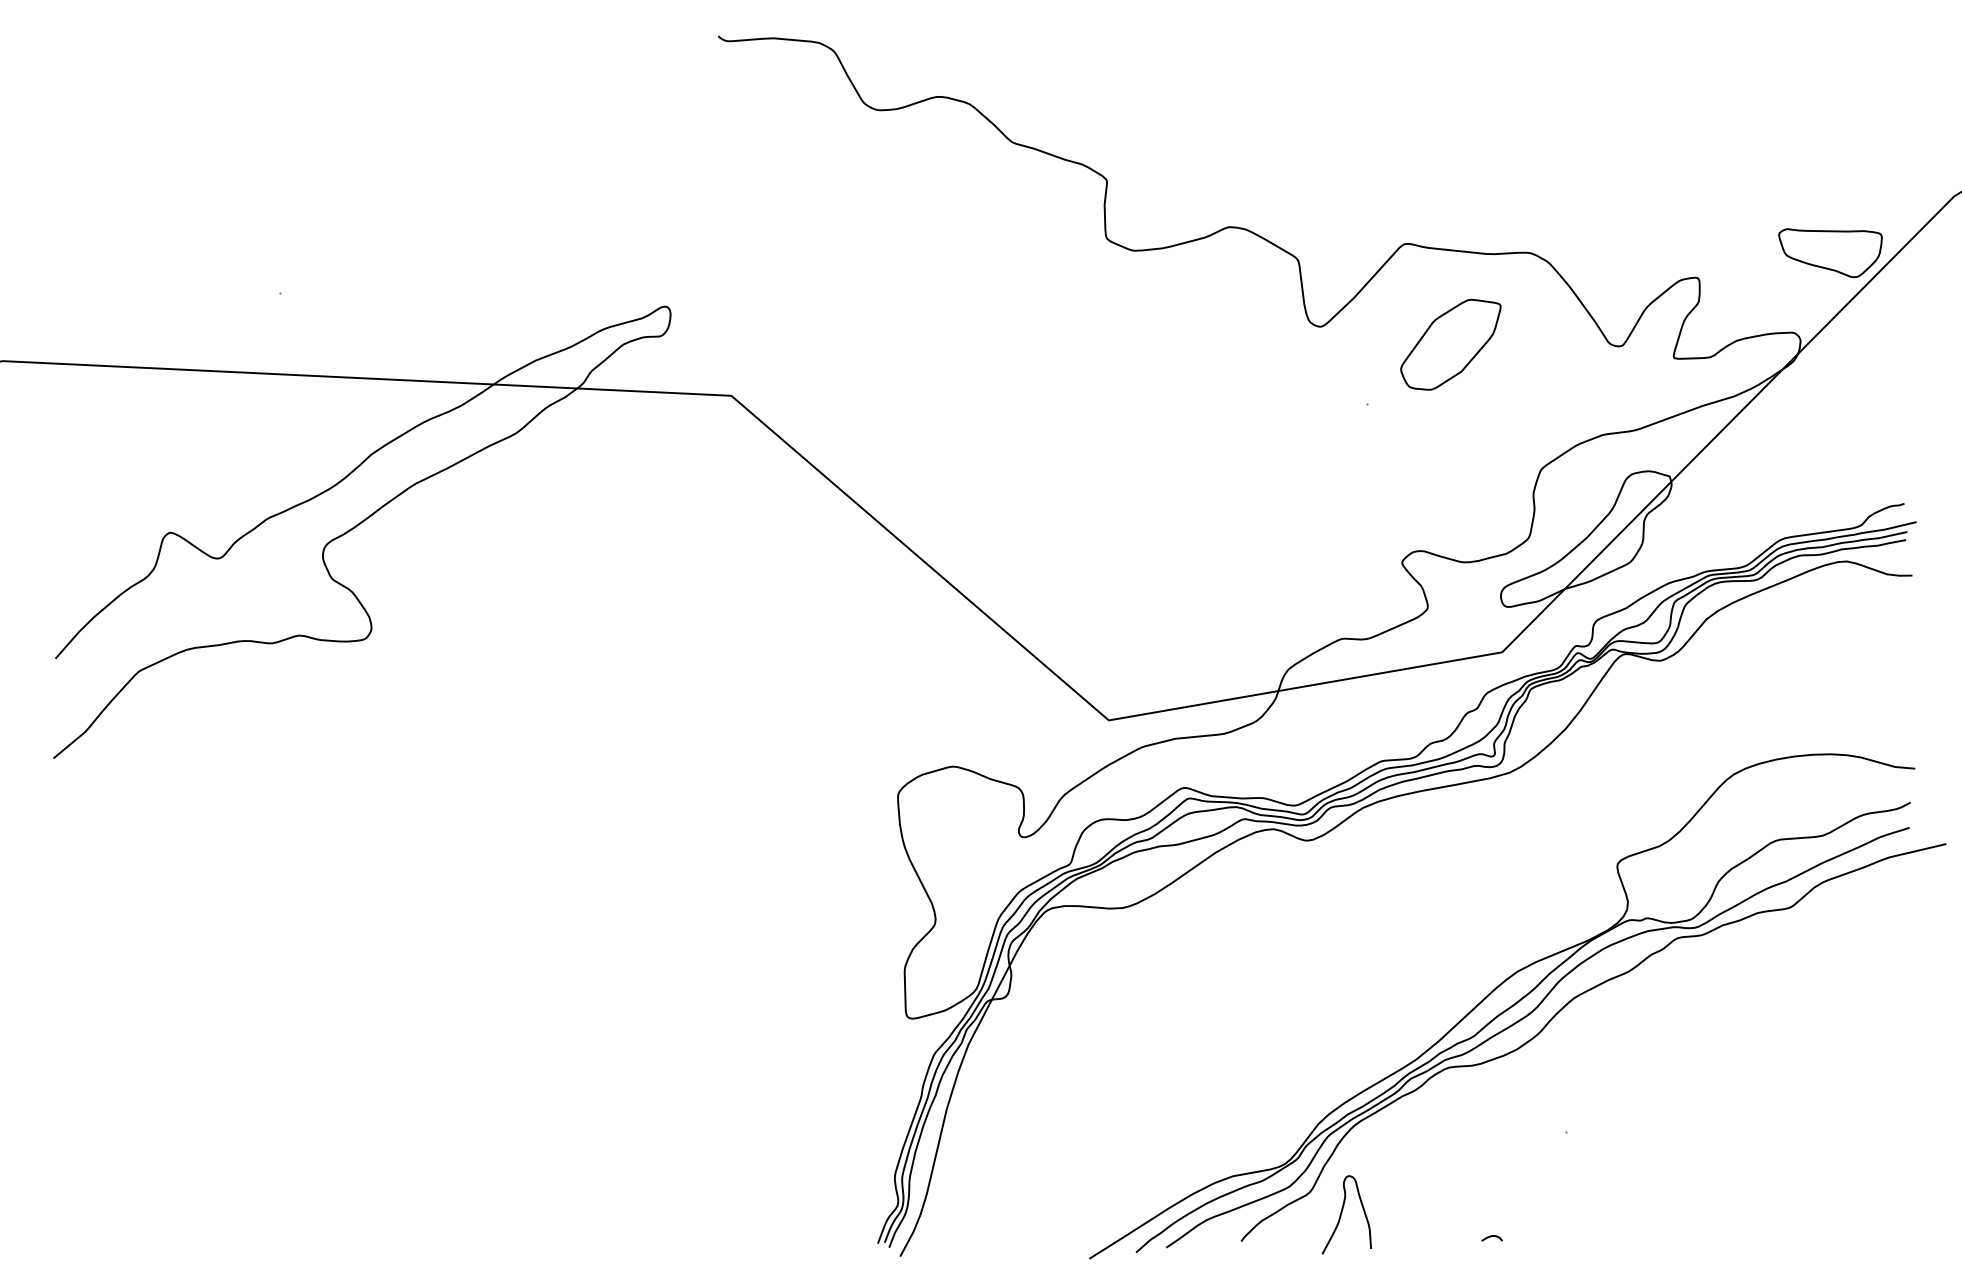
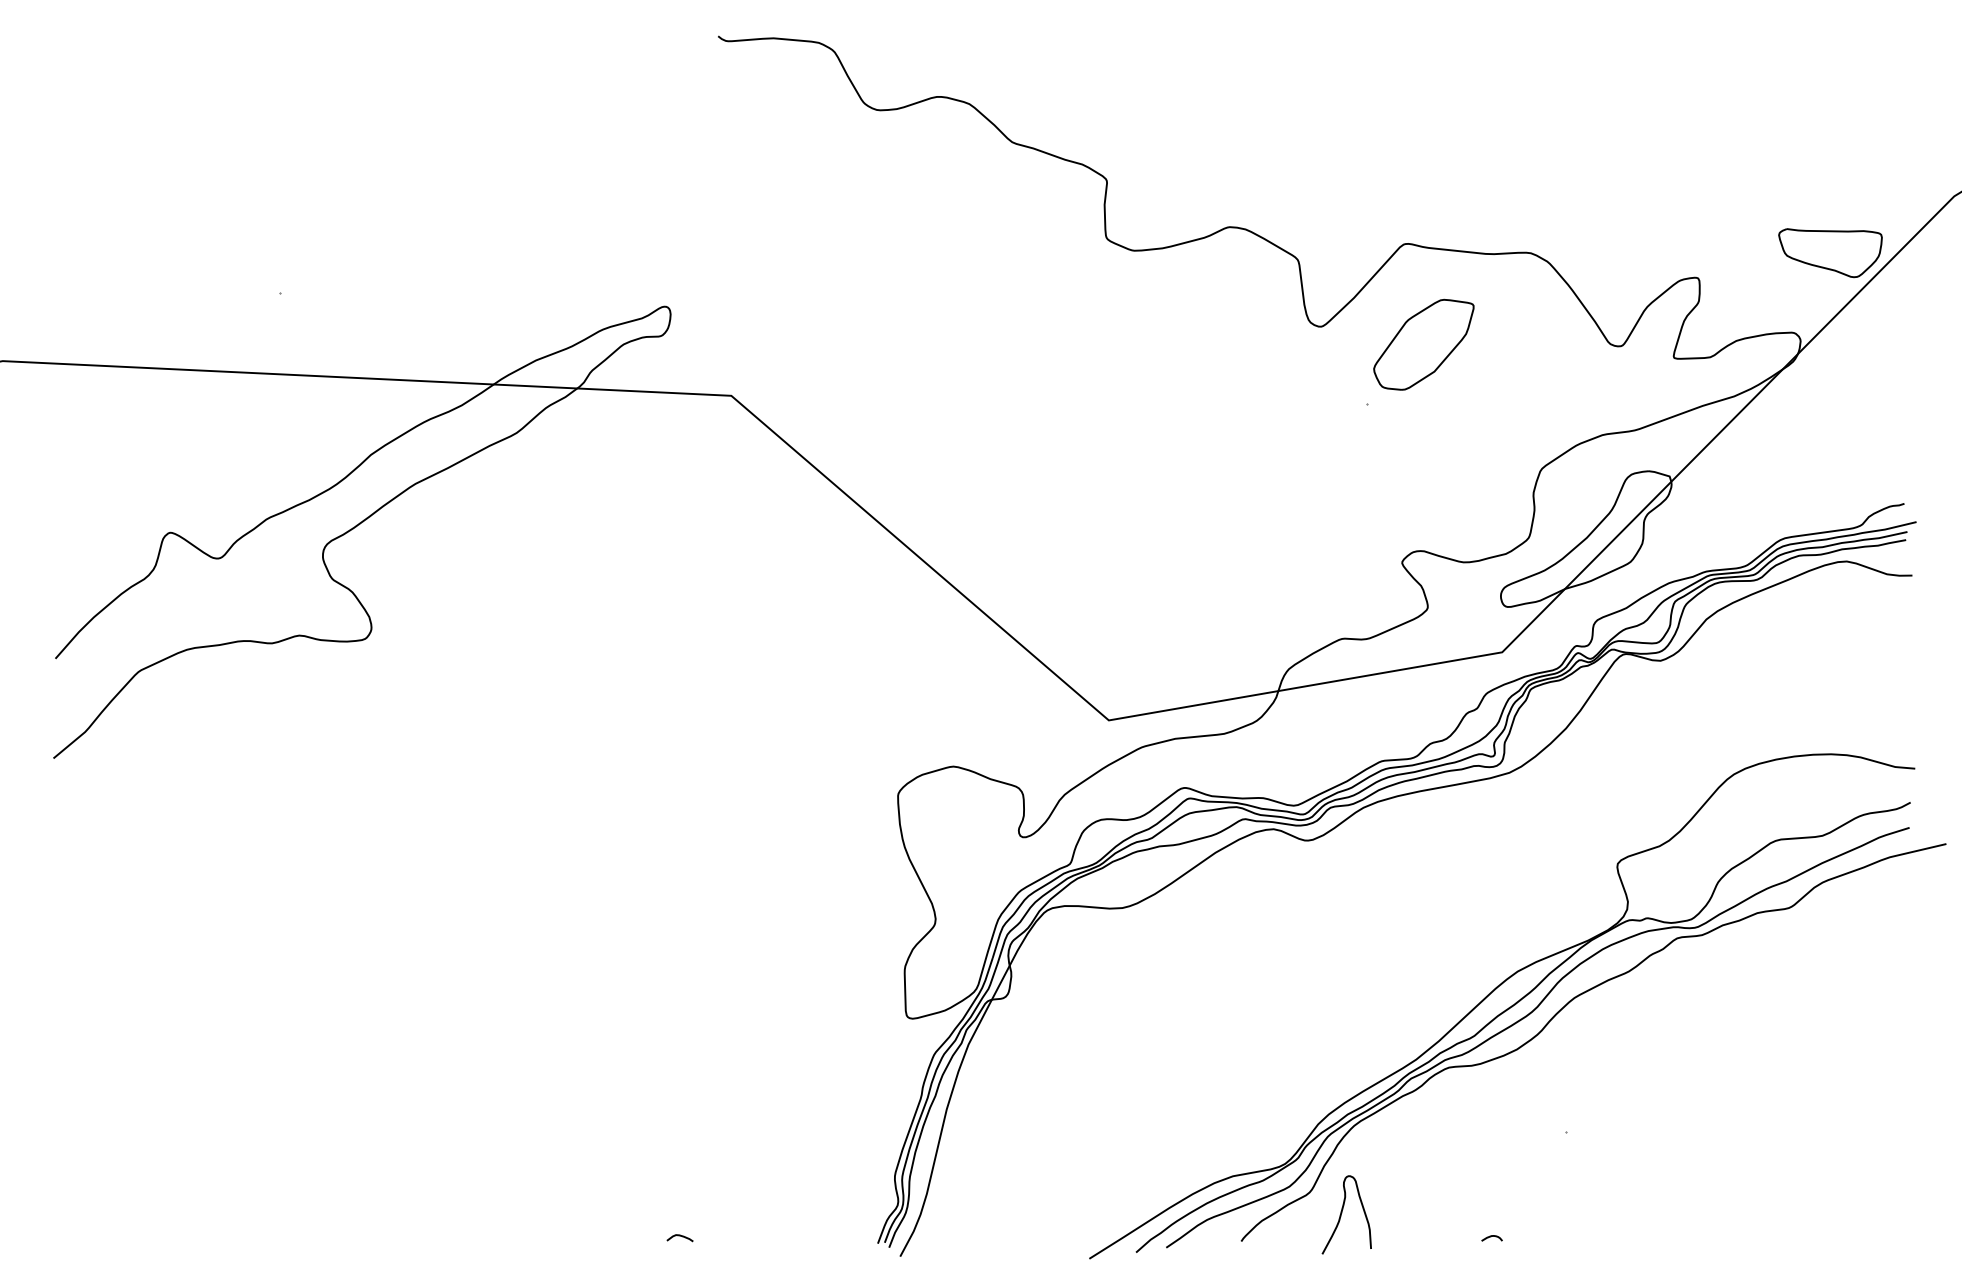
part at (1450, 344) position: (1450, 344) -> (1423, 344)
curve at (679, 1236): none -> present
